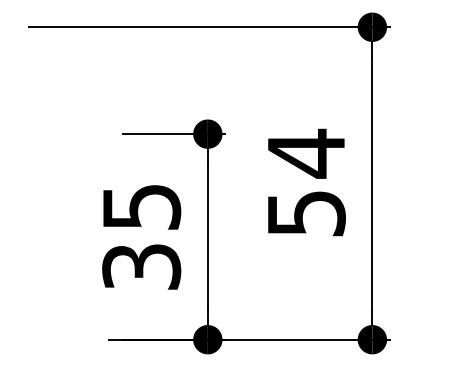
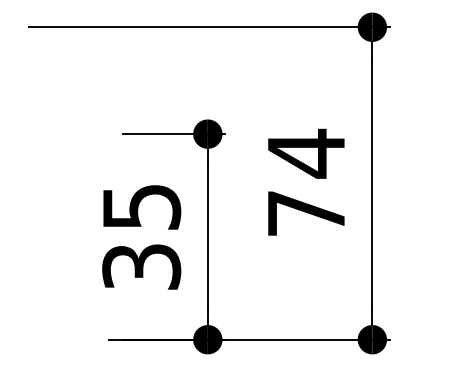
text at (306, 213): 54 -> 74
